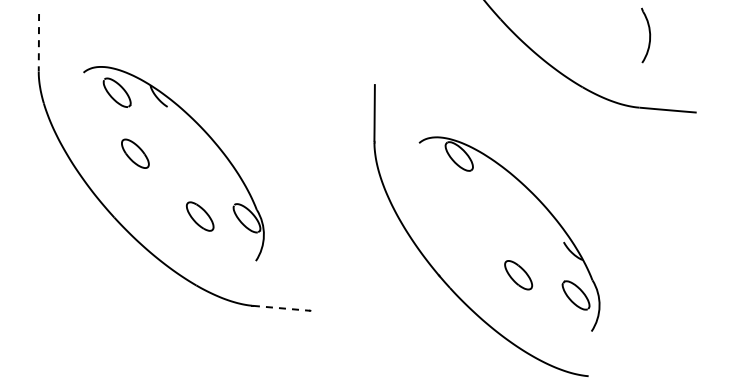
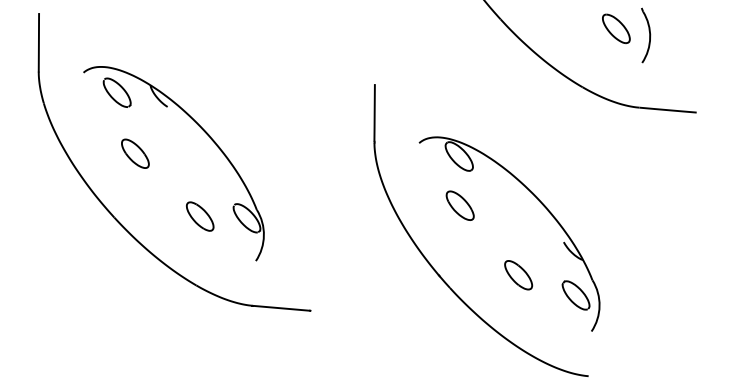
part at (616, 28): none -> present
line at (38, 42): dashed -> solid
part at (459, 205): none -> present
line at (281, 308): dashed -> solid
